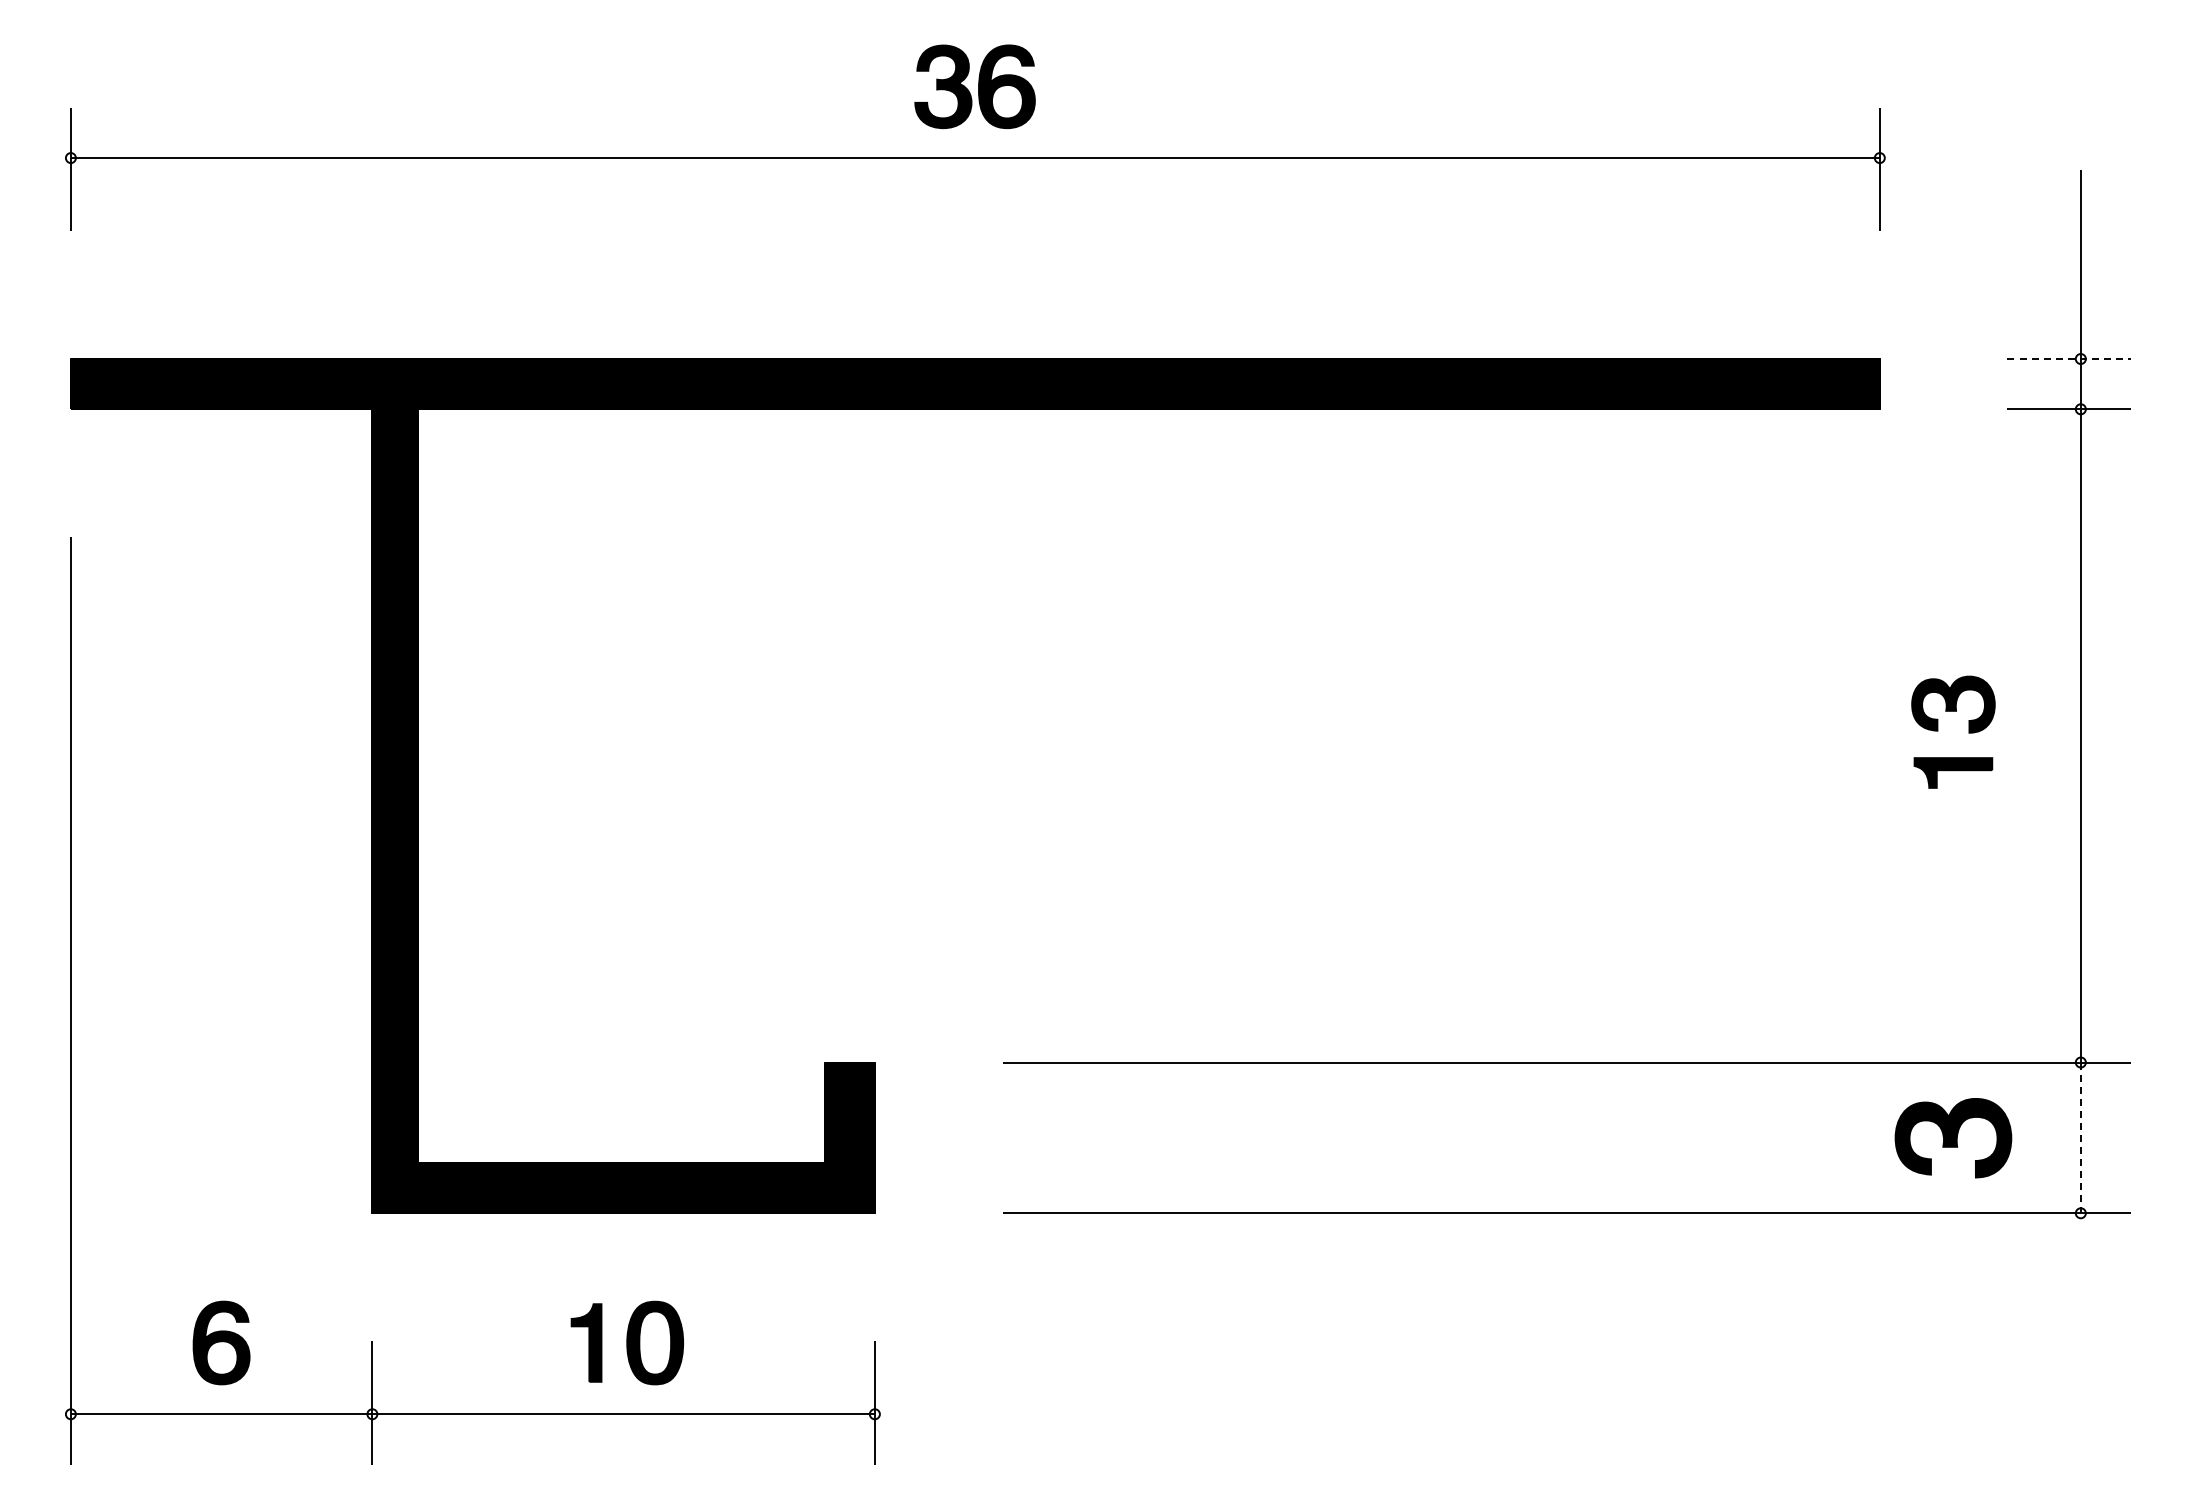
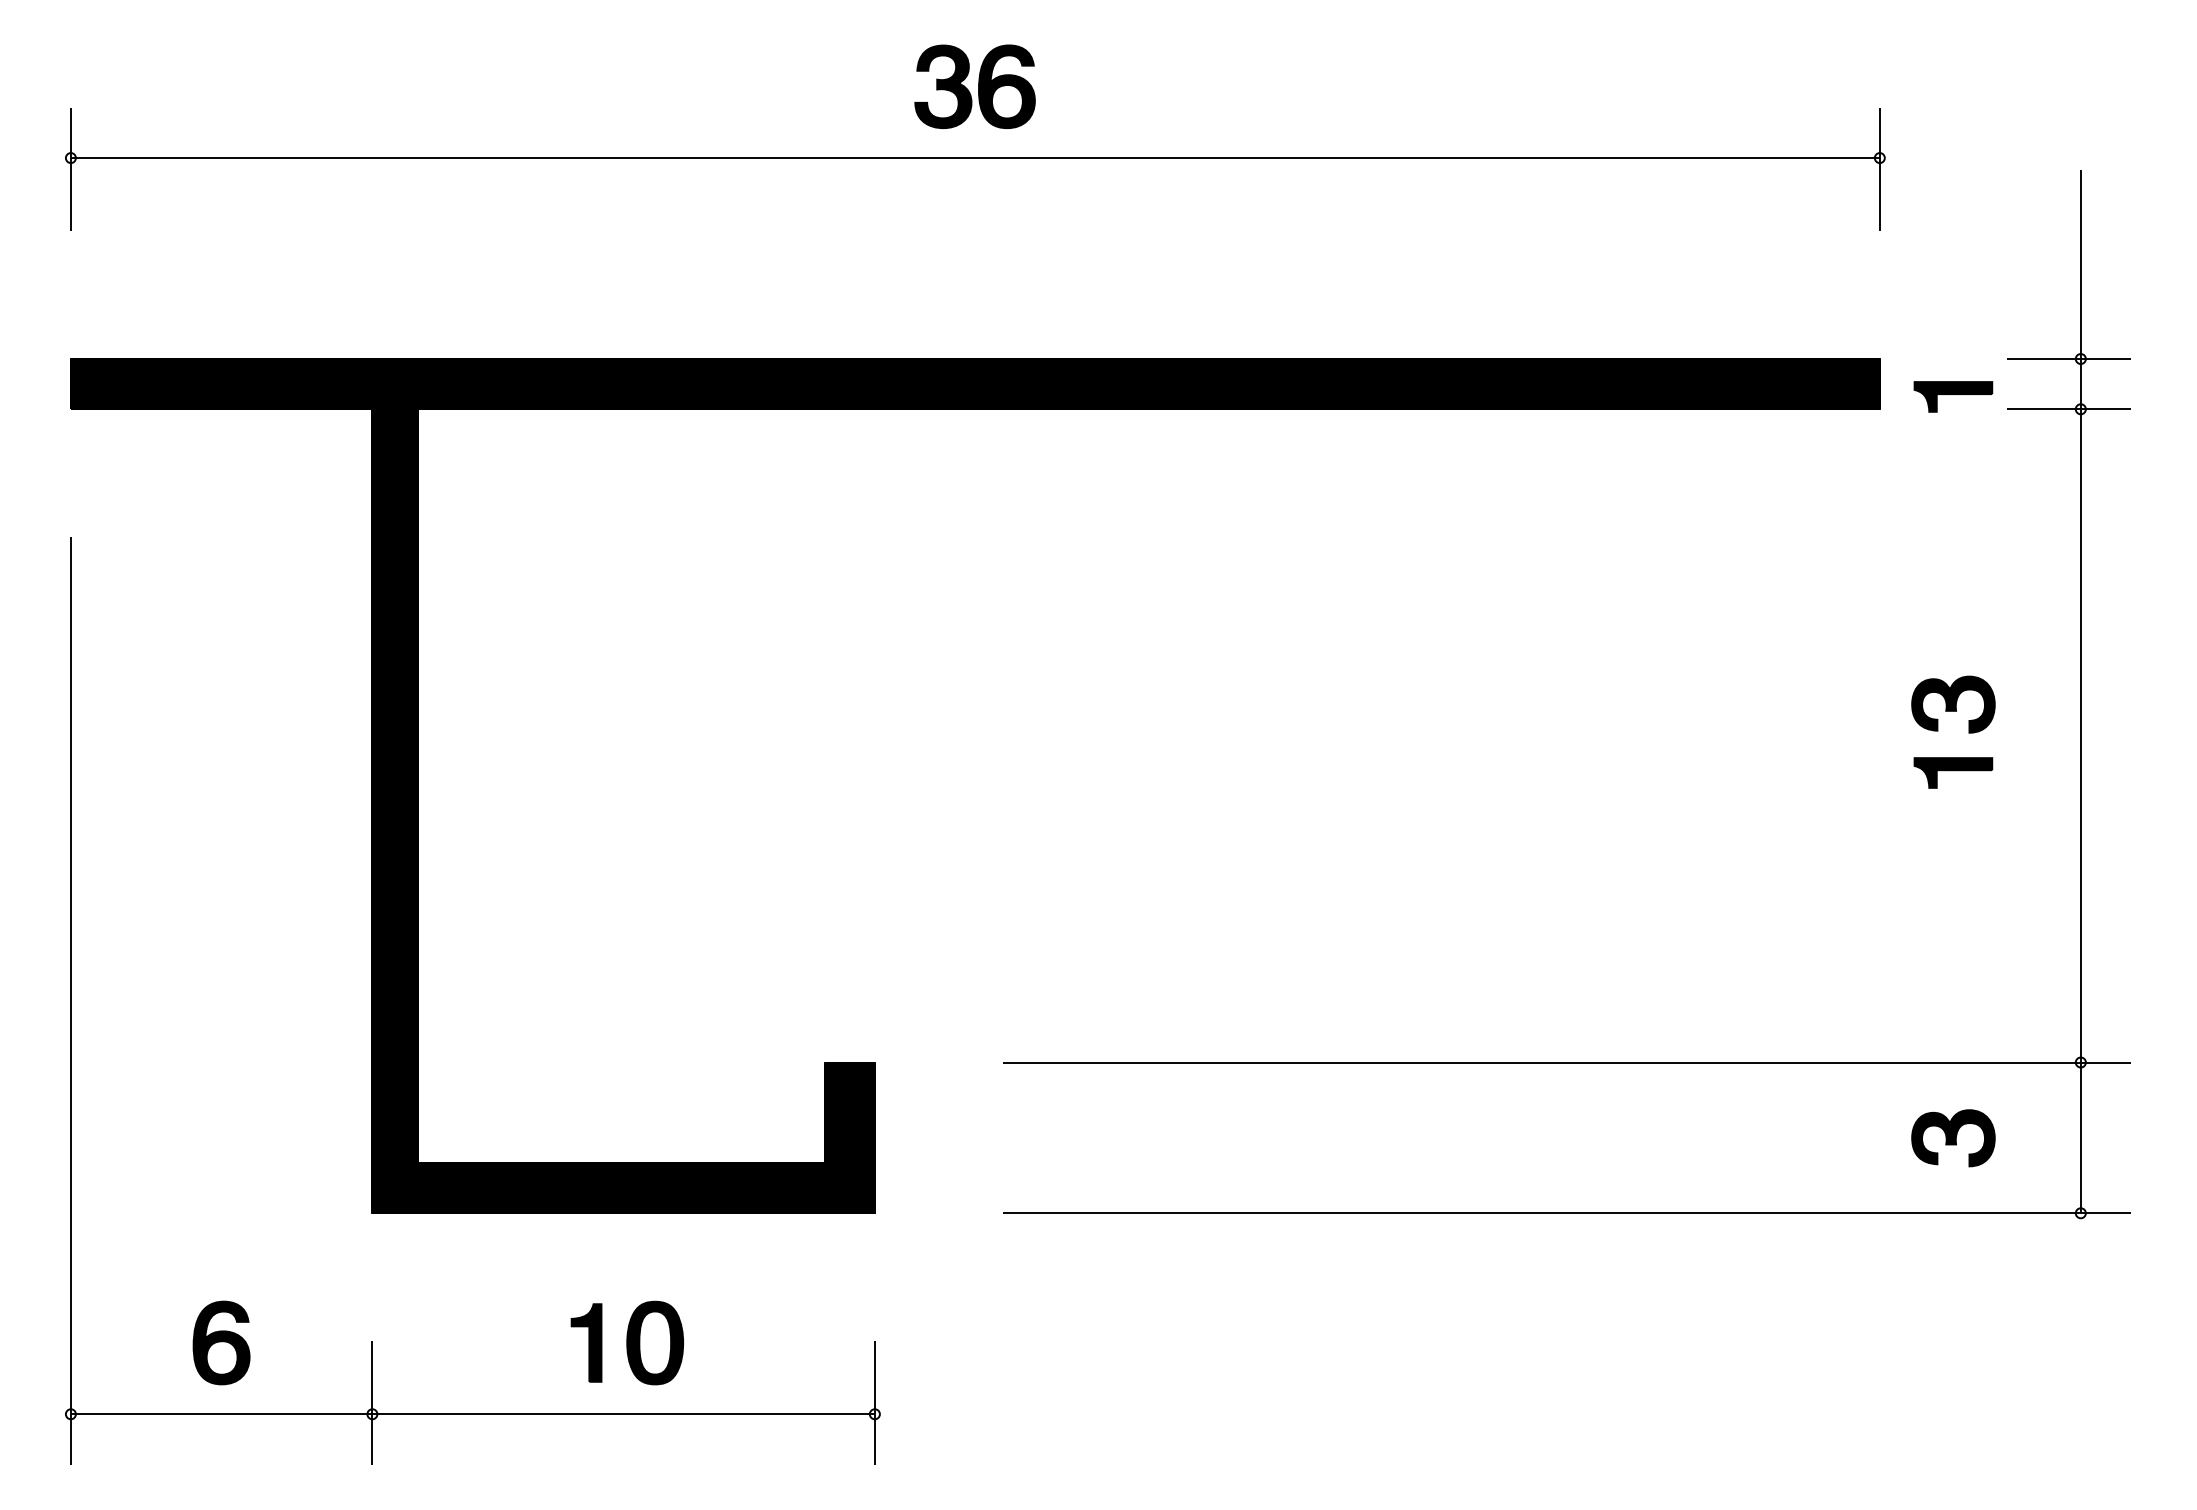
line at (2069, 359): dashed -> solid
part at (1953, 396): none -> present
part at (1953, 1138) size: 119x81 px -> 85x59 px
line at (2080, 1138): dashed -> solid
